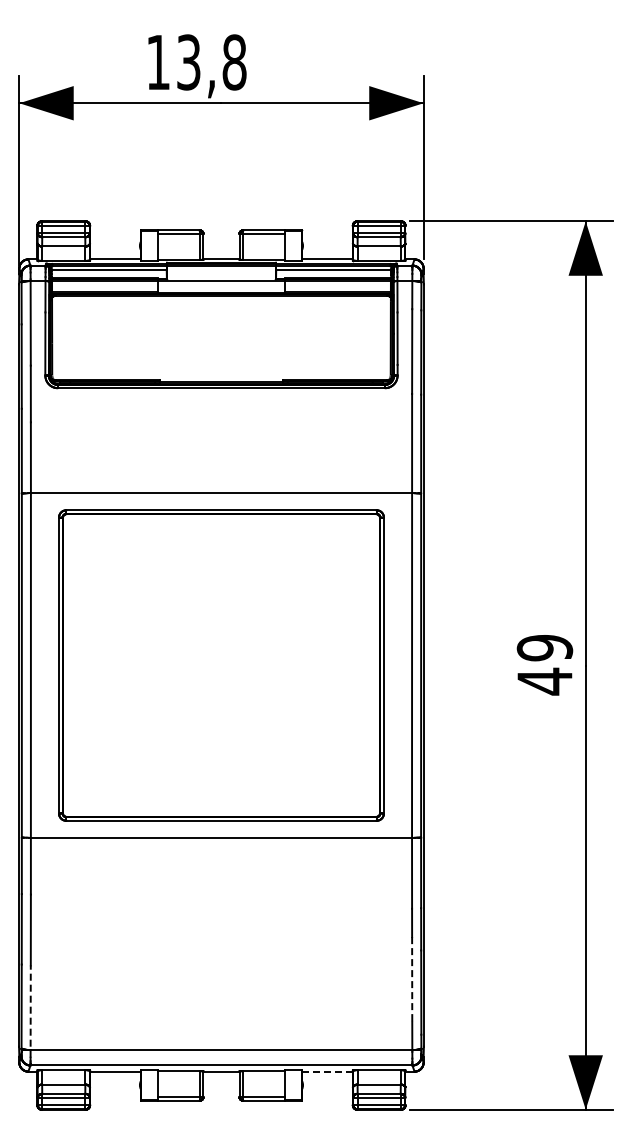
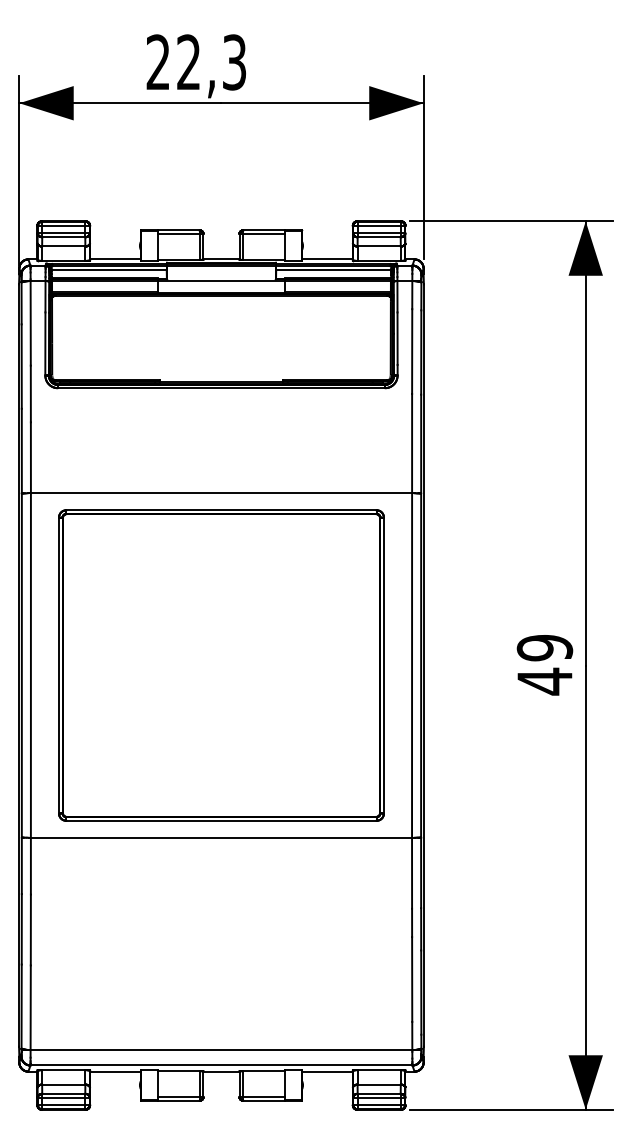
text at (196, 62): 13,8 -> 22,3
line at (412, 980): dashed -> solid
line at (30, 1011): dashed -> solid
line at (328, 1071): dashed -> solid
